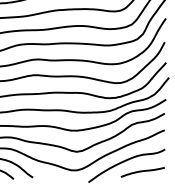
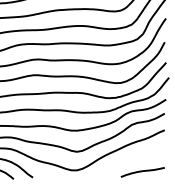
curve at (124, 162): present -> none
